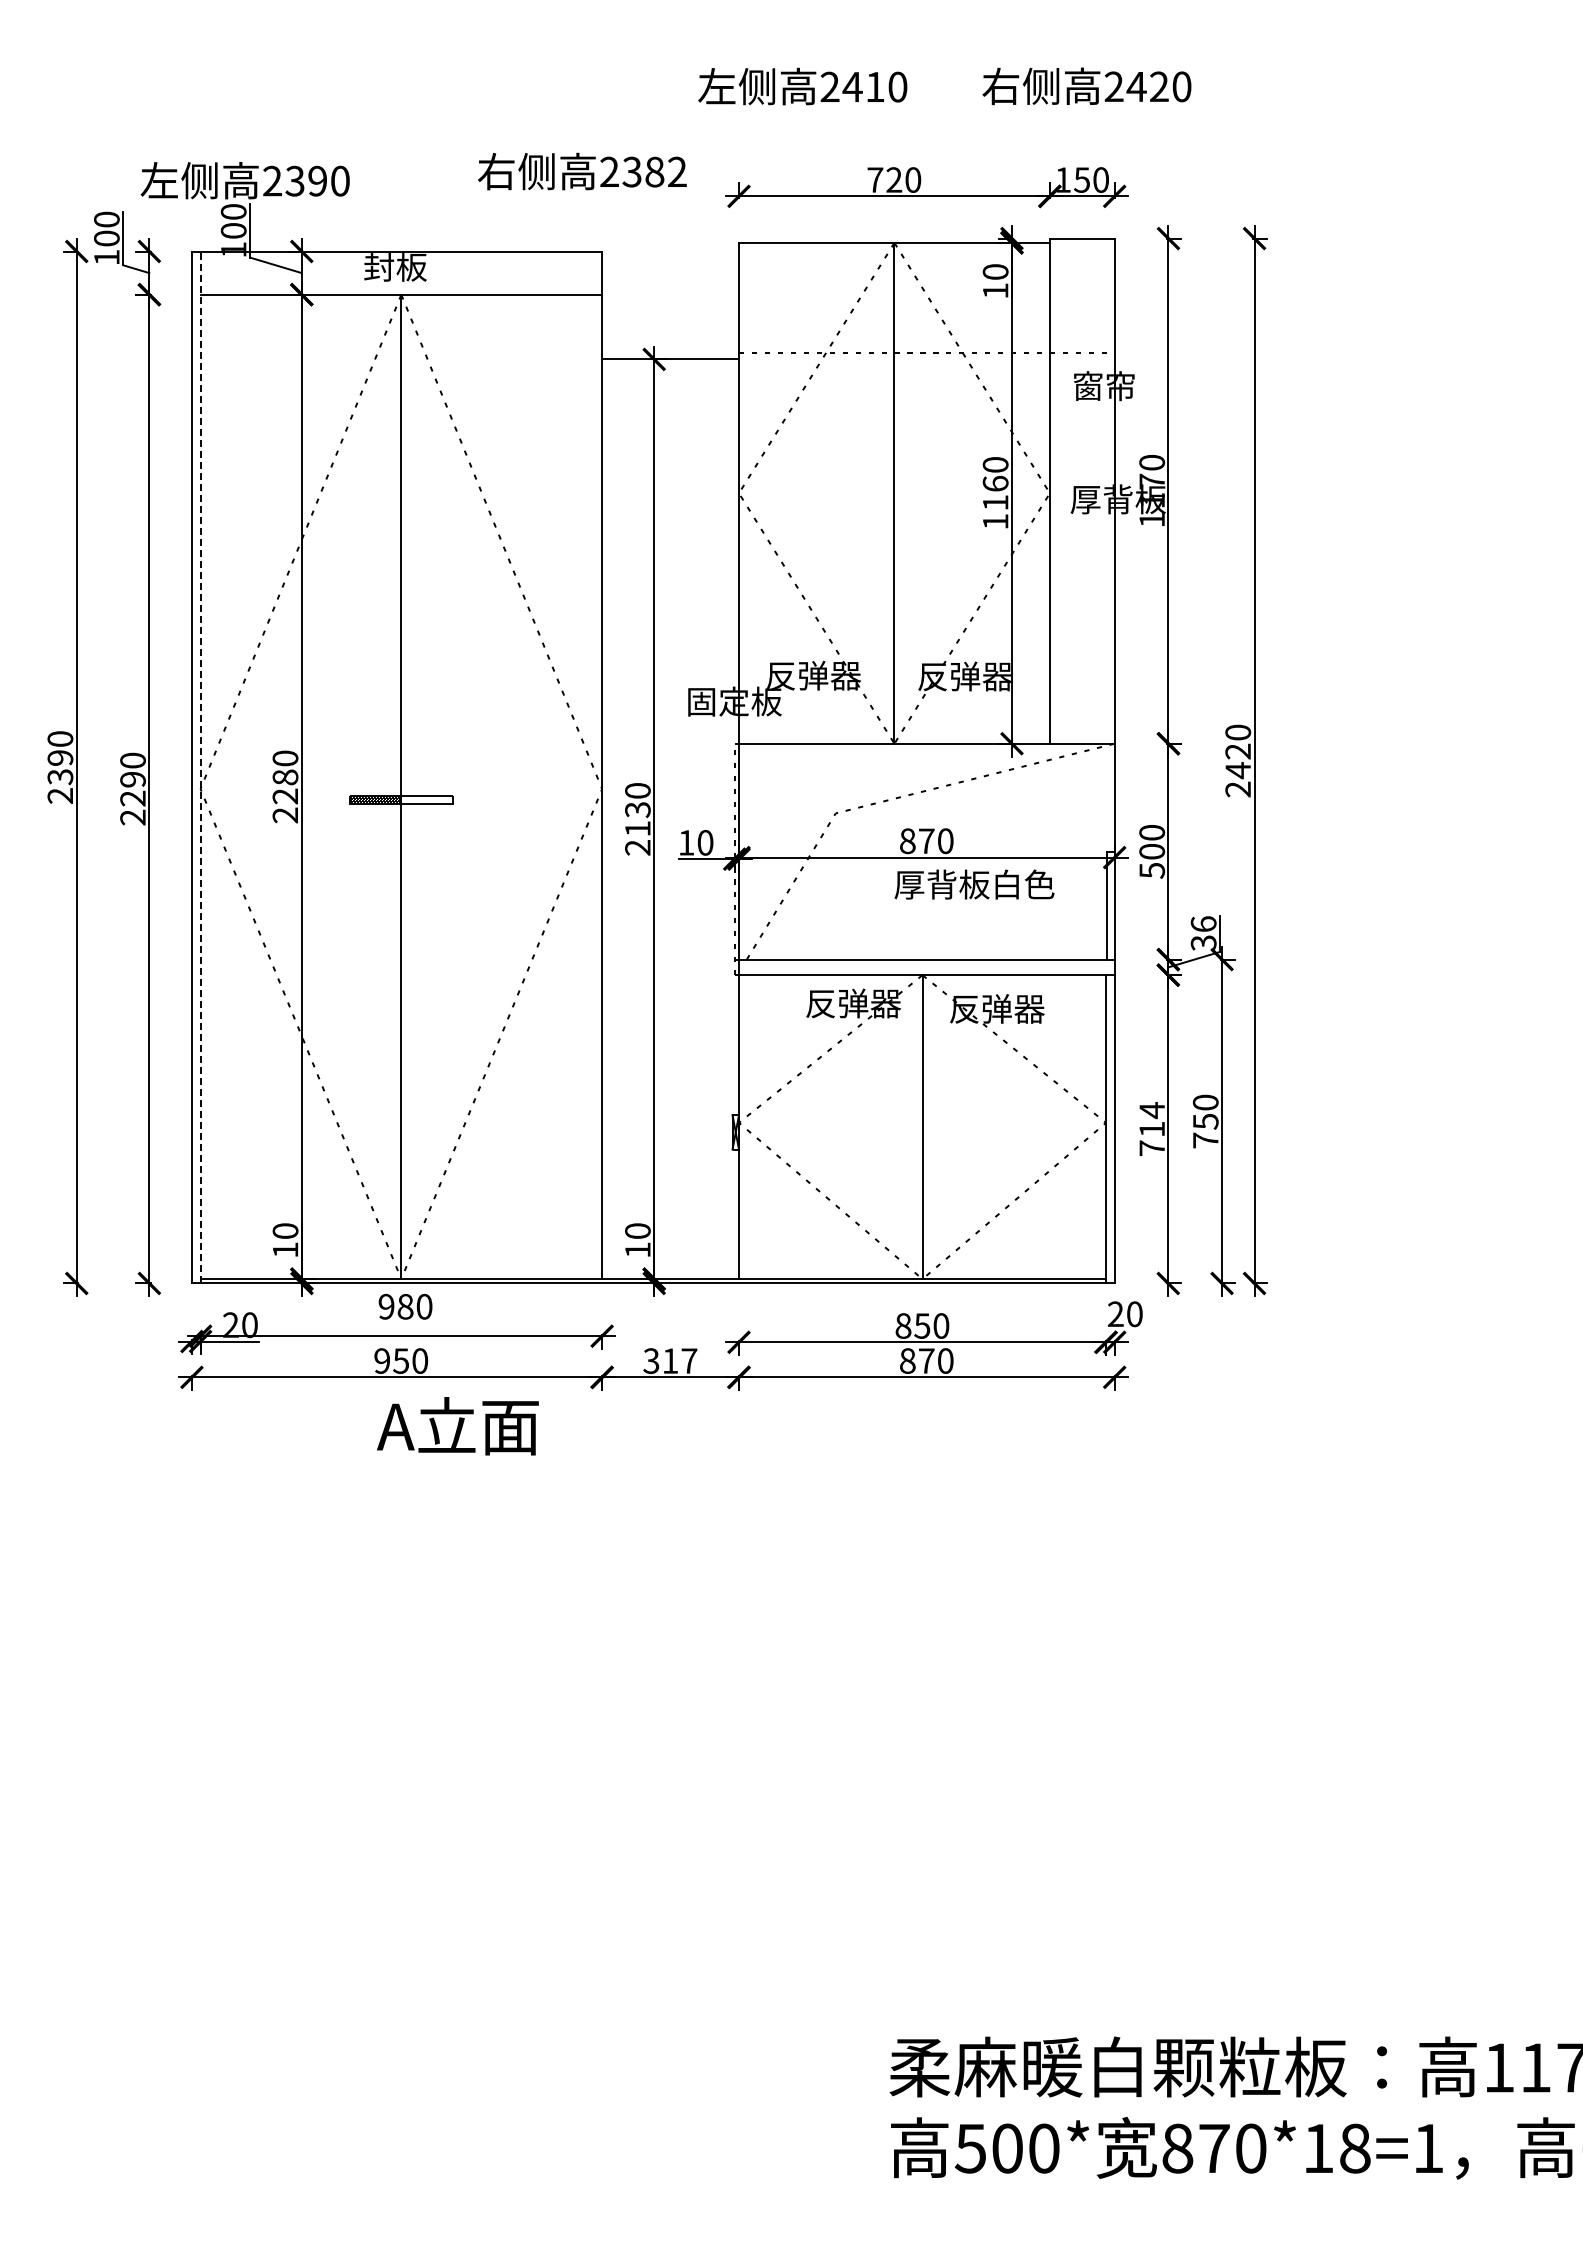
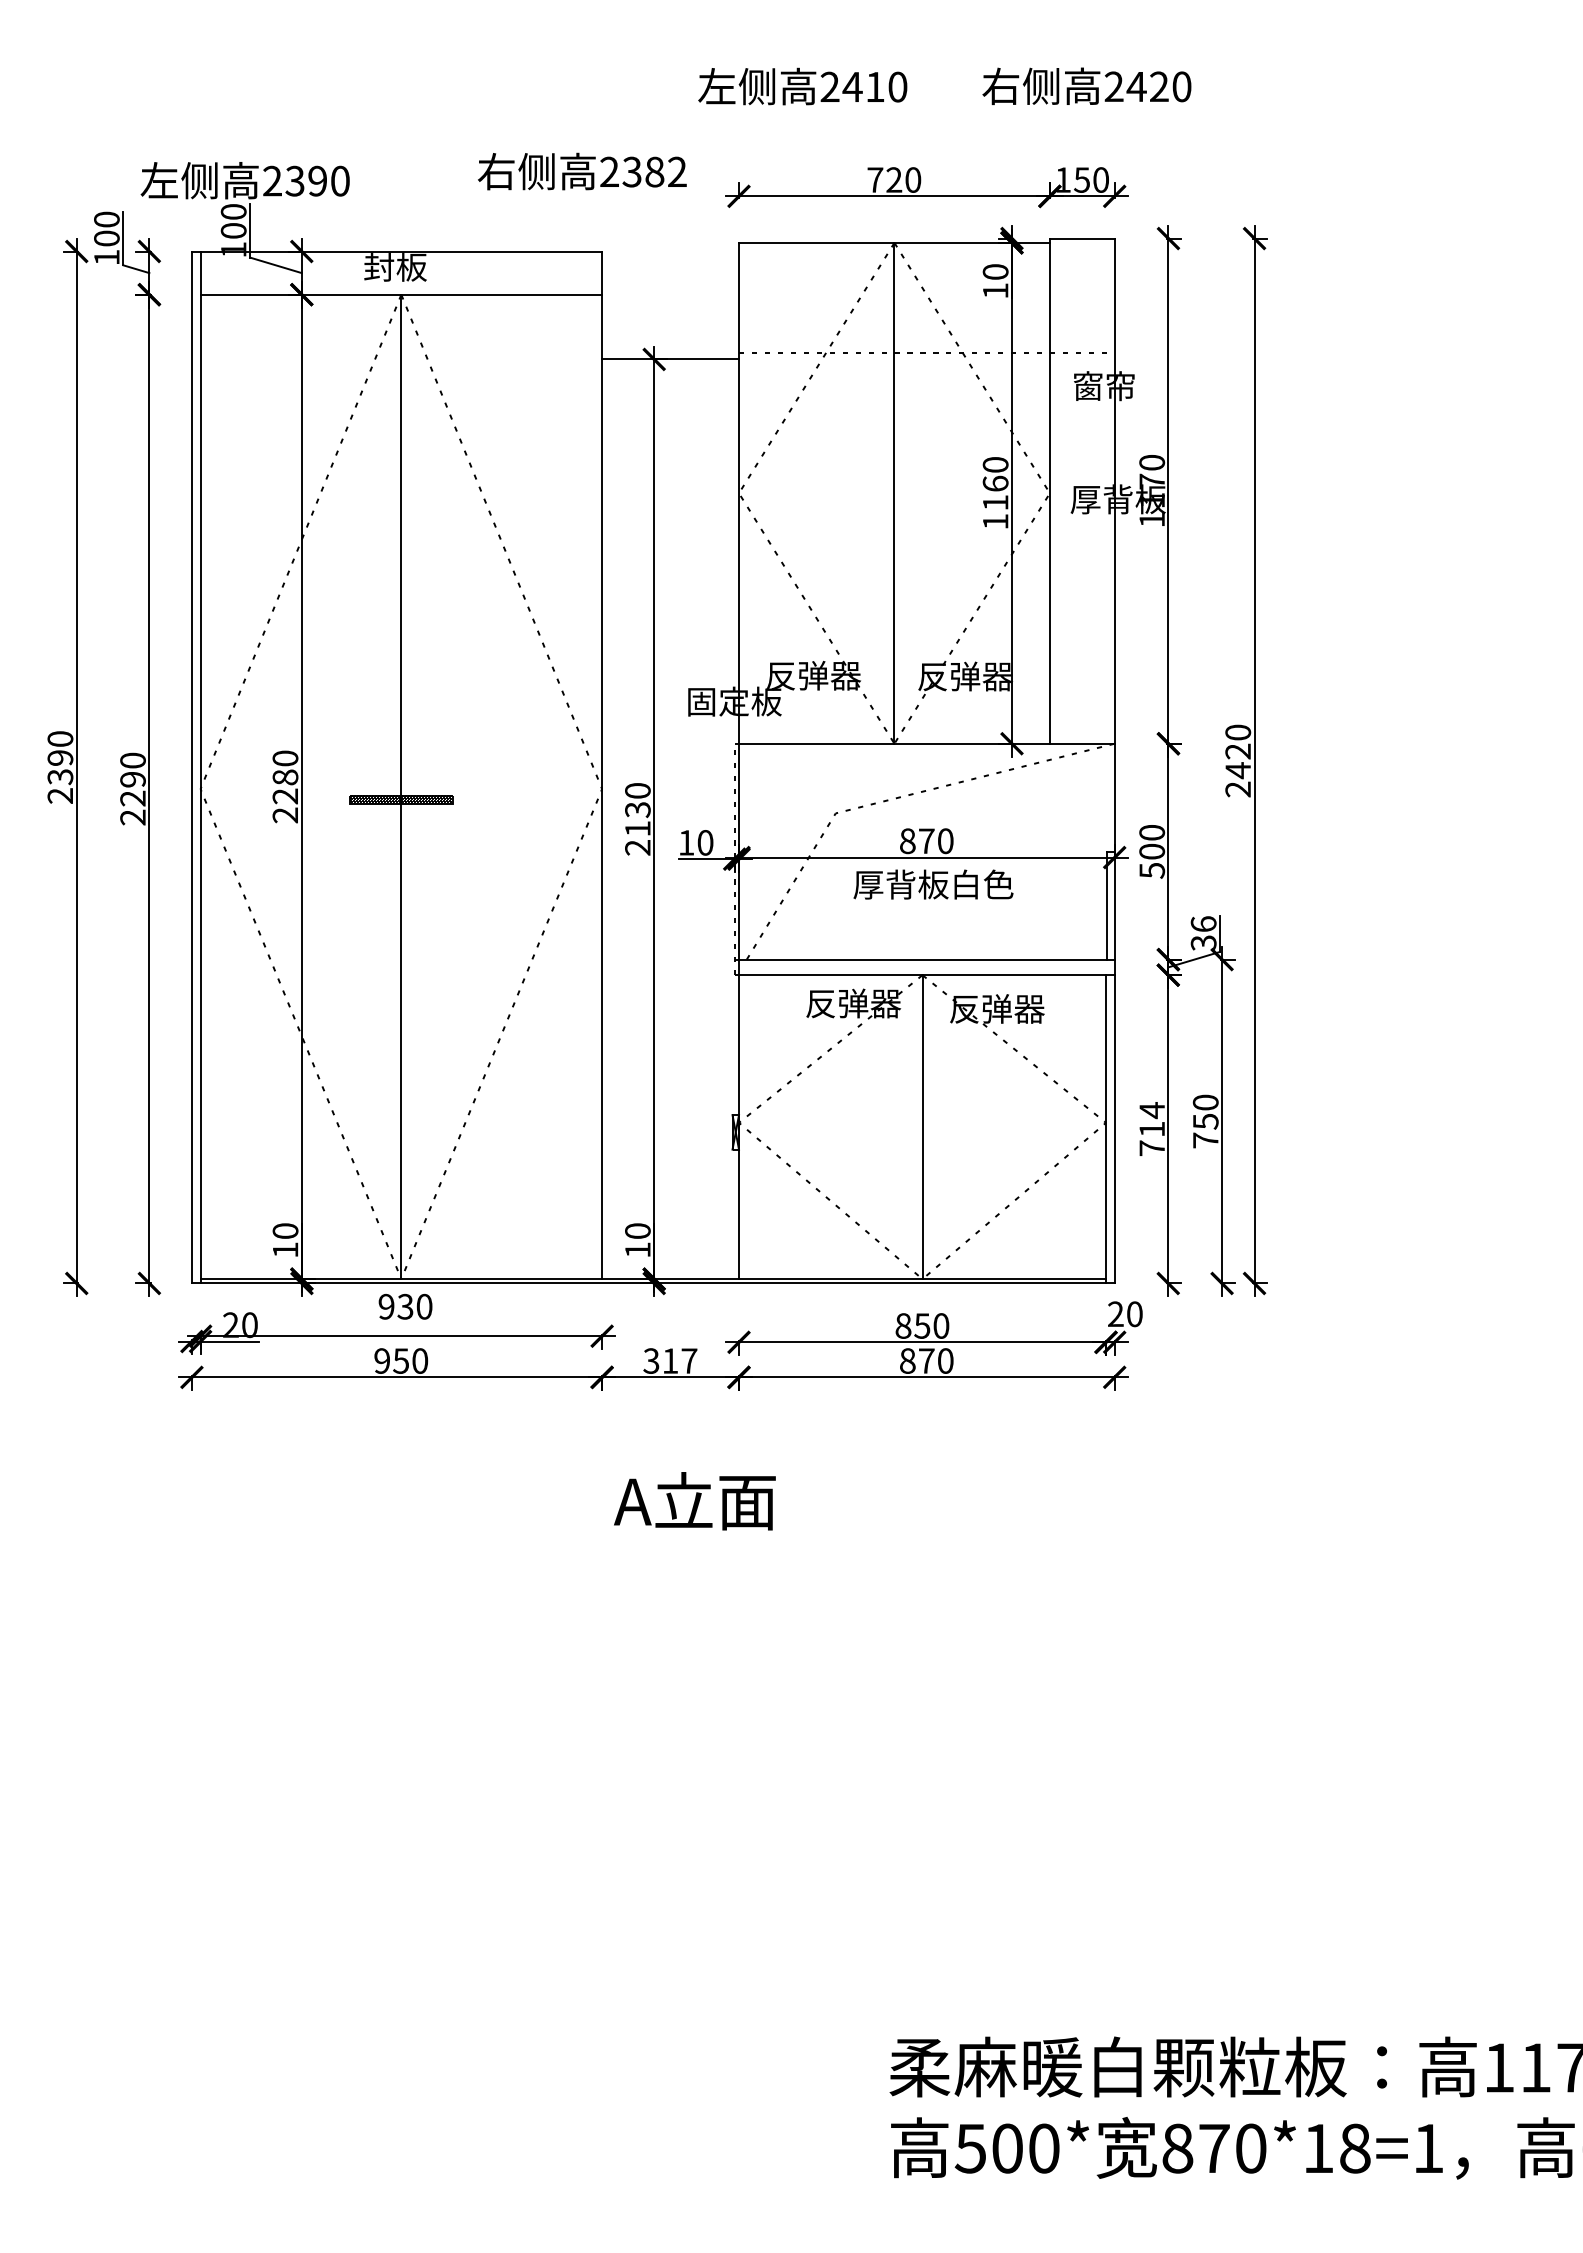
line at (200, 767): dashed -> solid
hatch at (427, 799): none -> present
text at (974, 884) position: (974, 884) -> (933, 884)
text at (405, 1306): 980 -> 930
text at (457, 1426) position: (457, 1426) -> (694, 1501)
